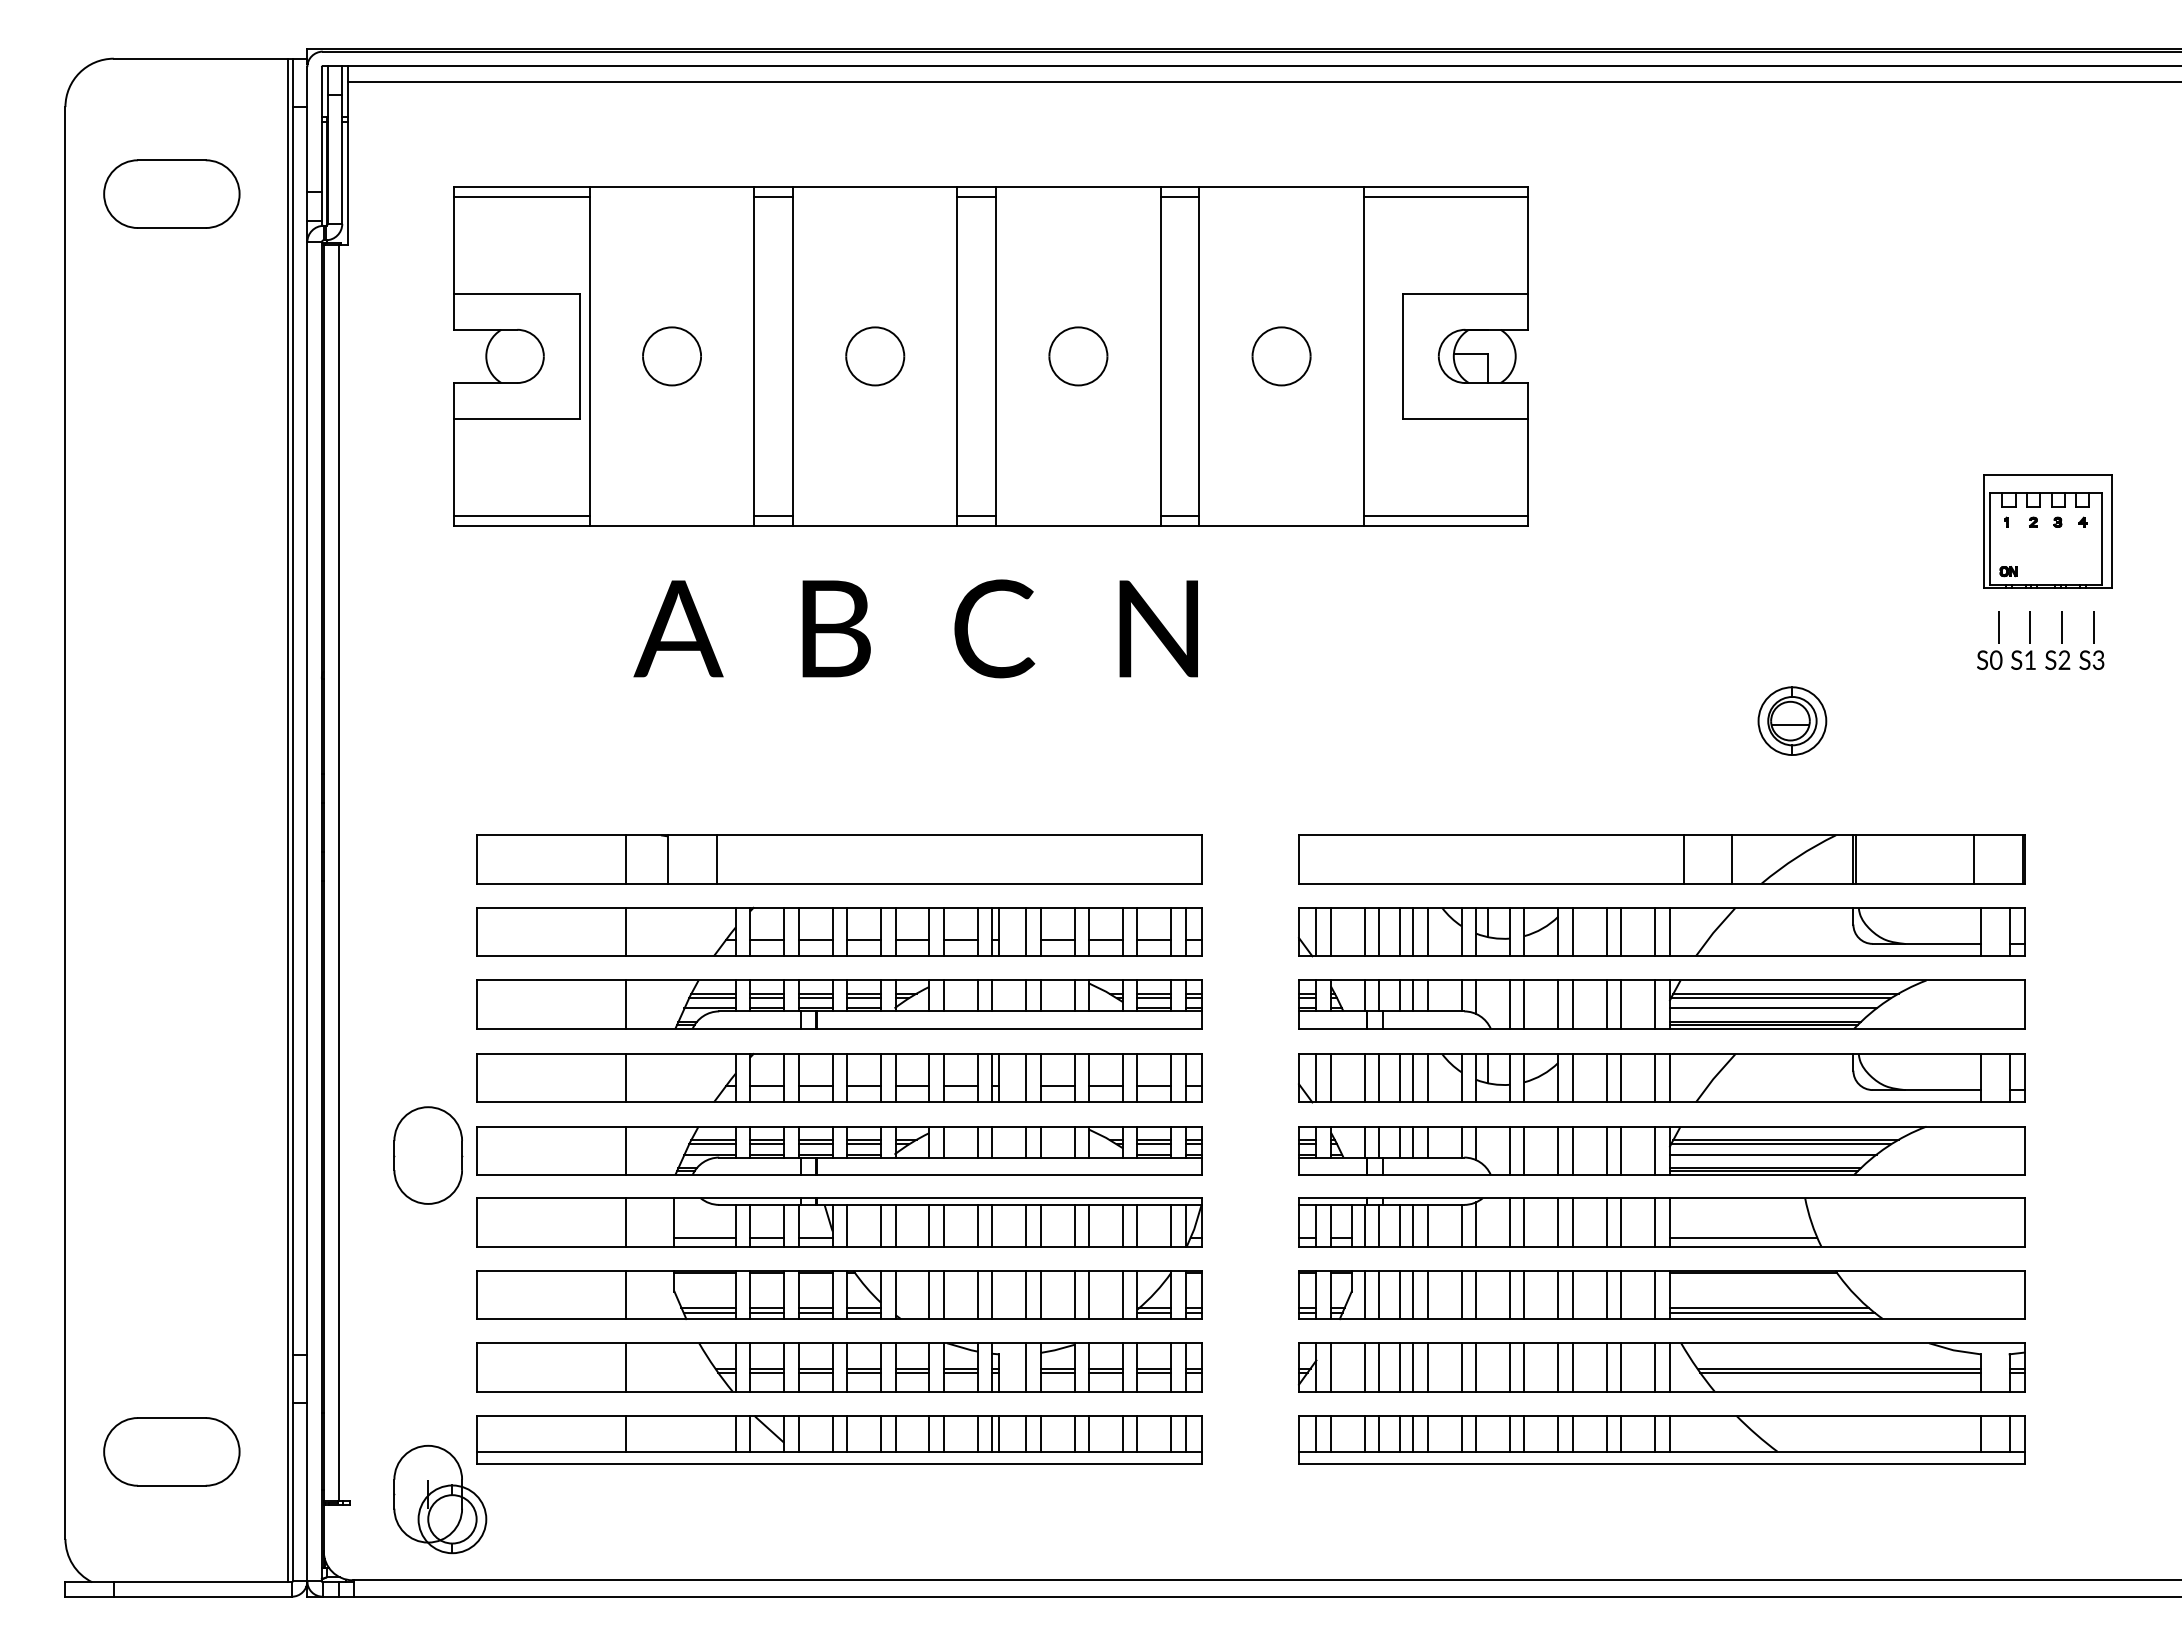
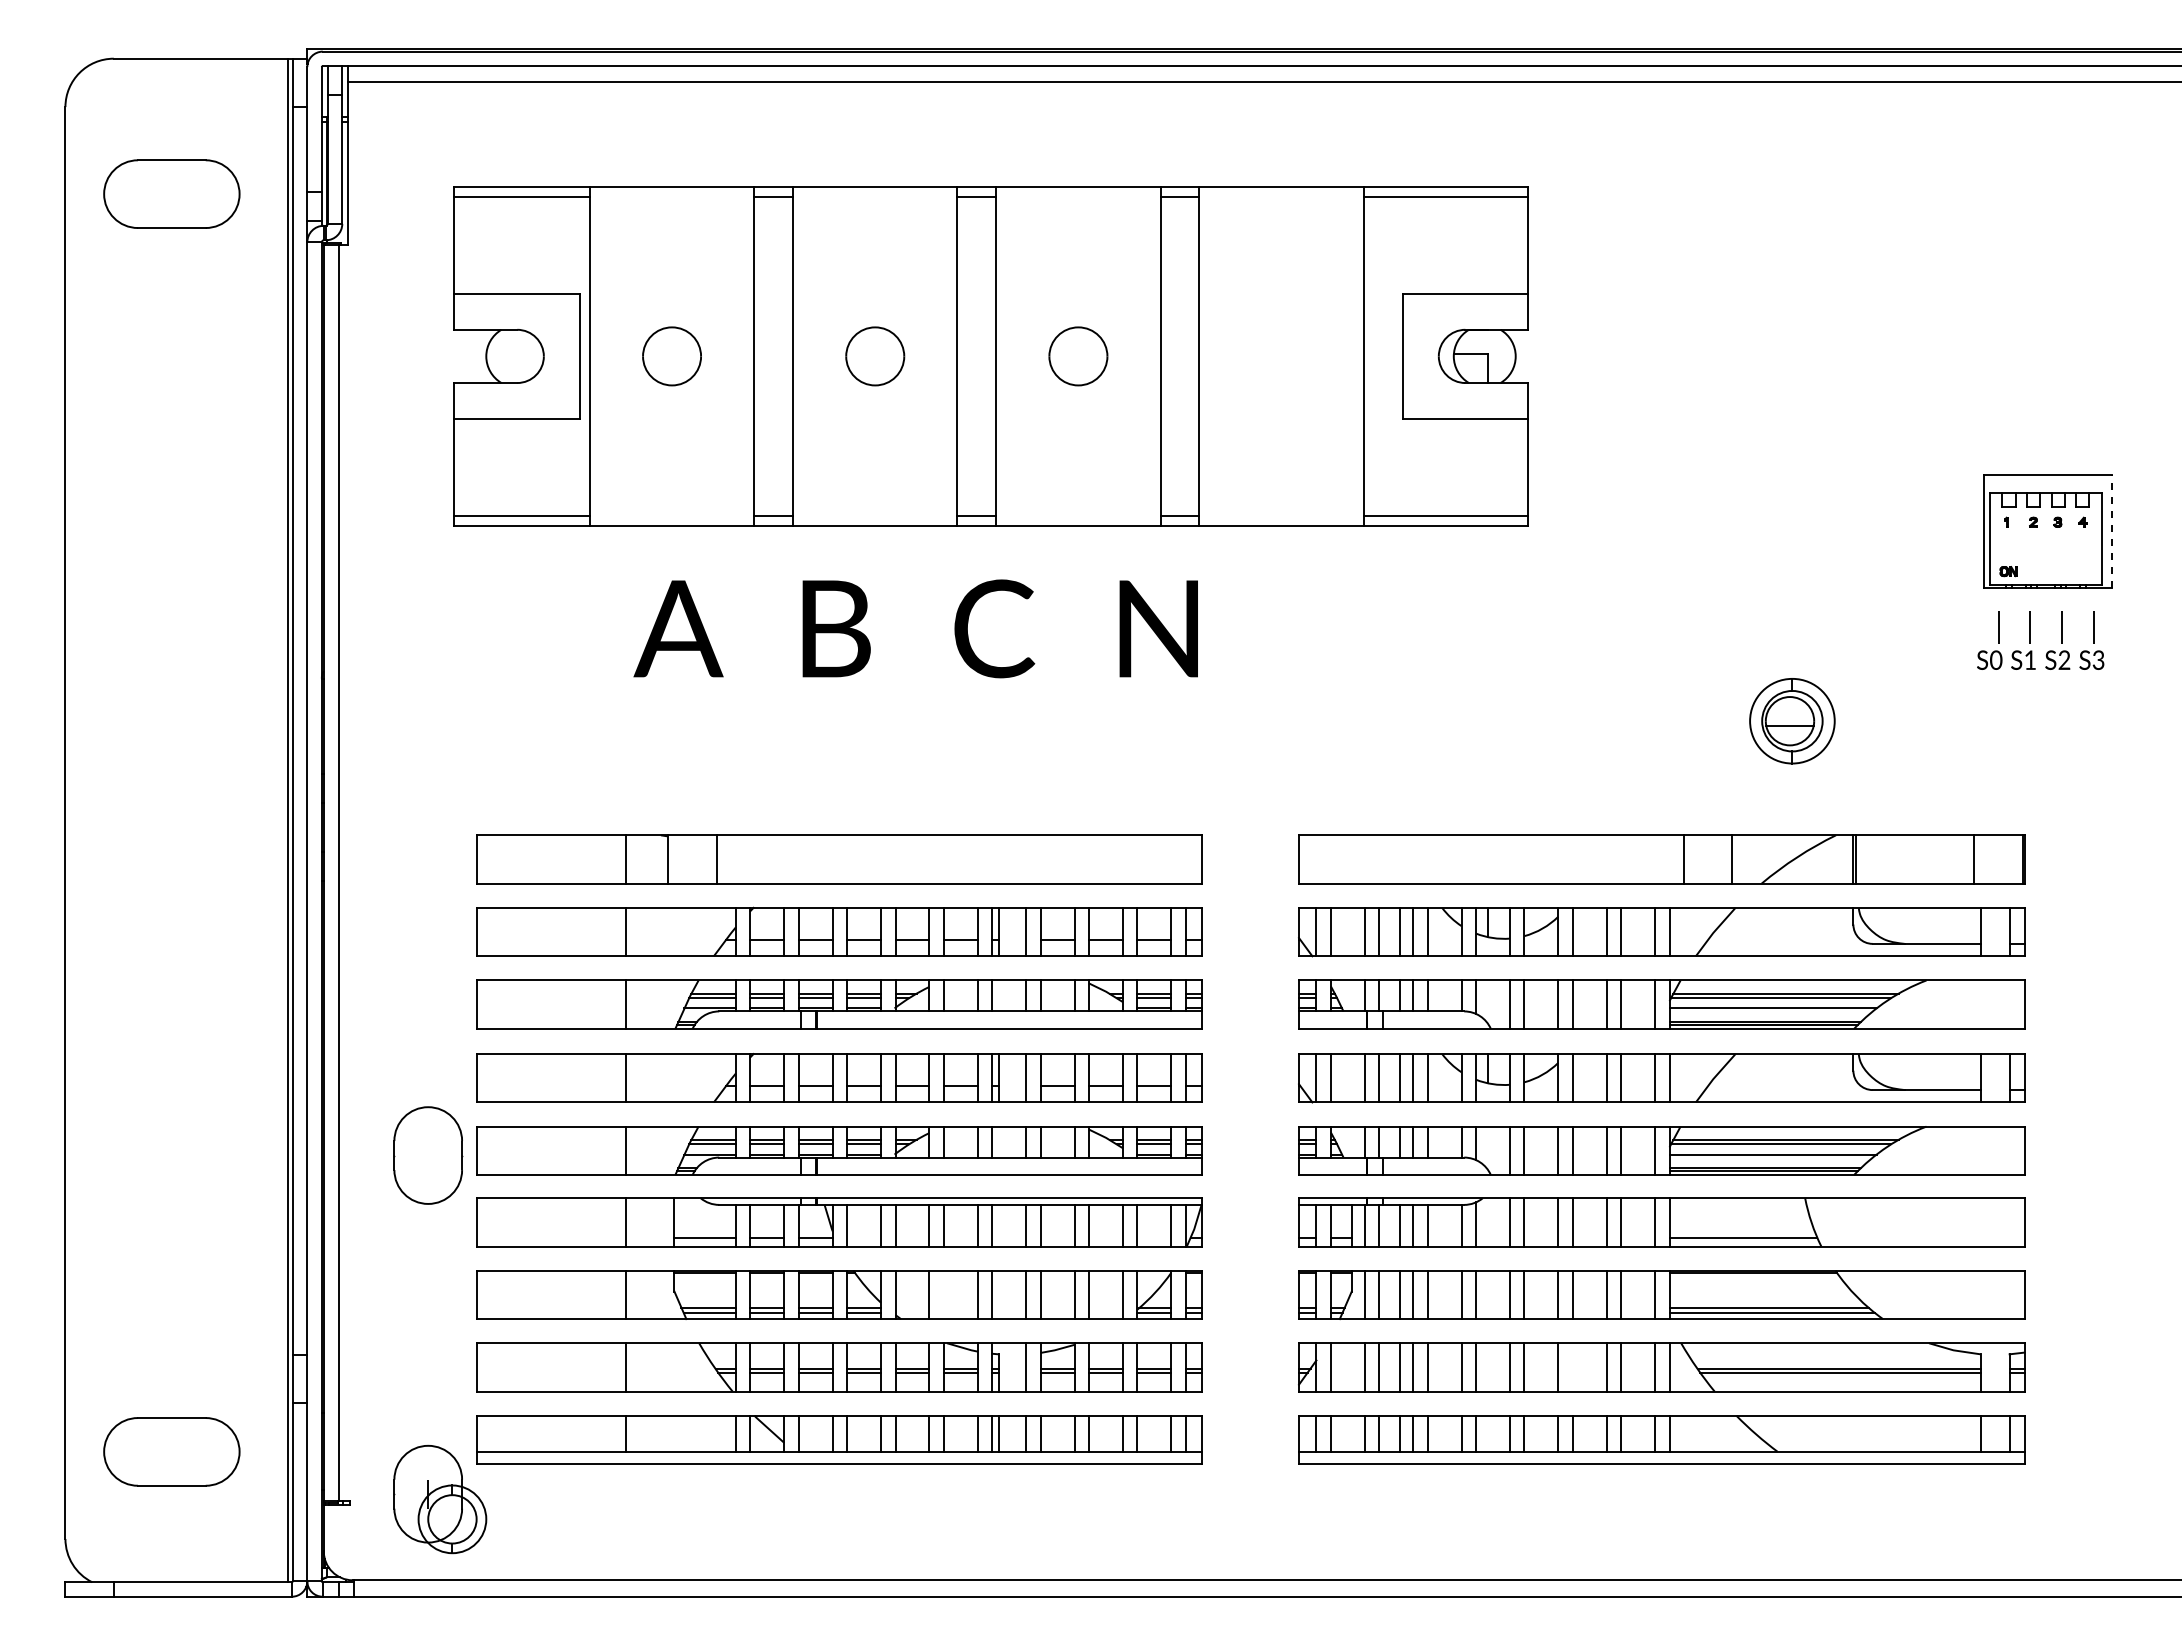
part at (1281, 356): present -> none
line at (2111, 531): solid -> dashed
part at (1792, 720) size: 71x70 px -> 87x87 px
line at (943, 1294): present -> none
line at (1572, 1367): present -> none
